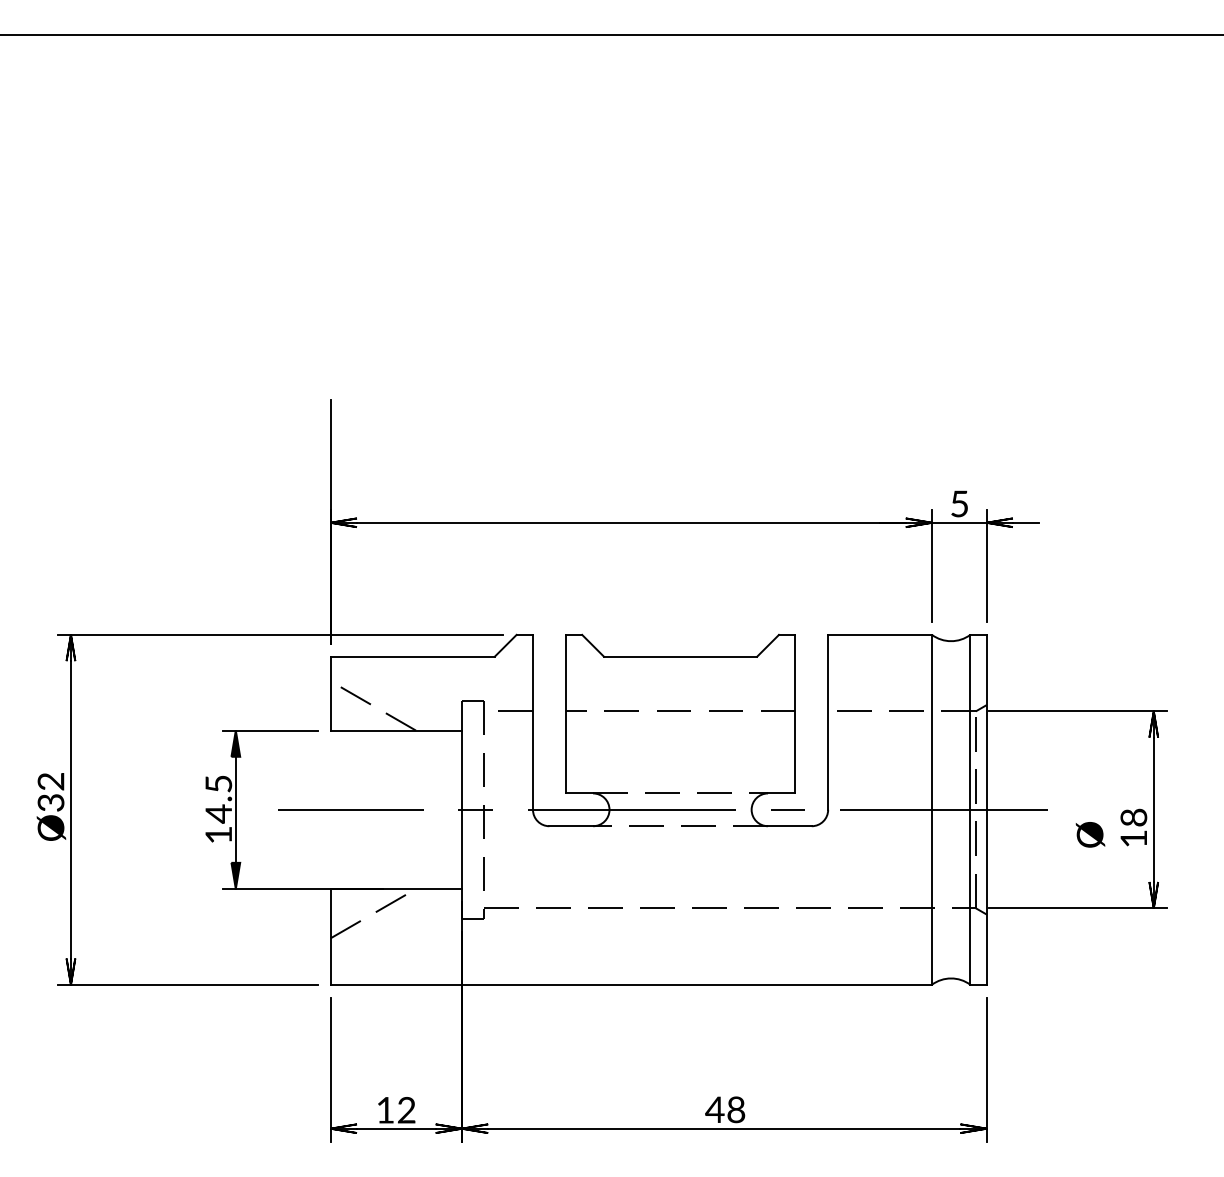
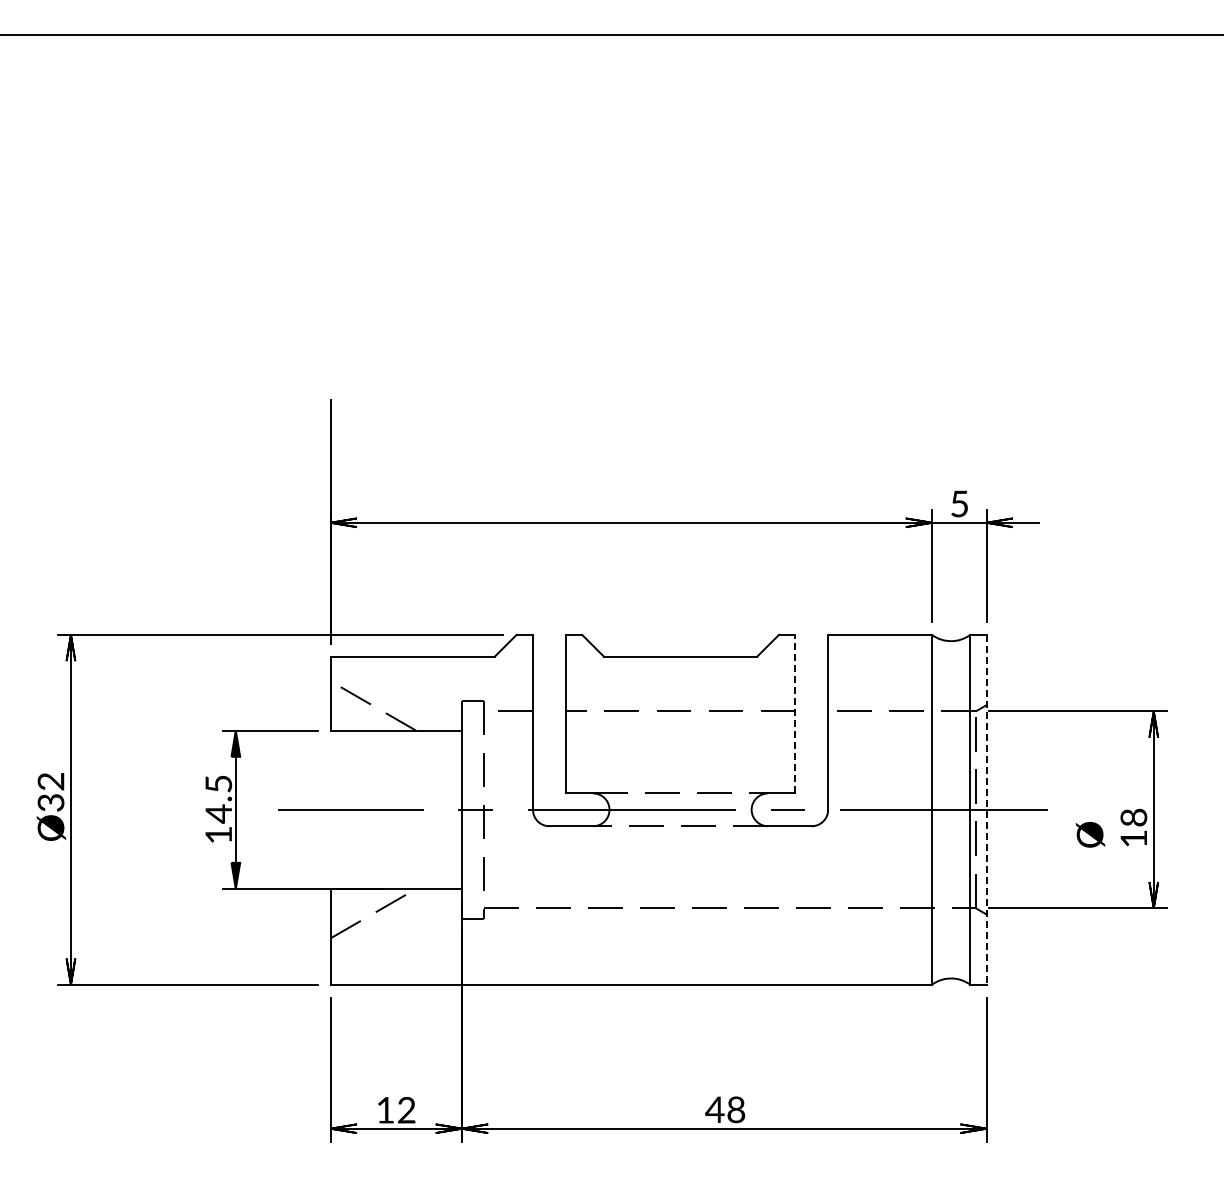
line at (795, 713): solid -> dashed
line at (986, 809): solid -> dashed
